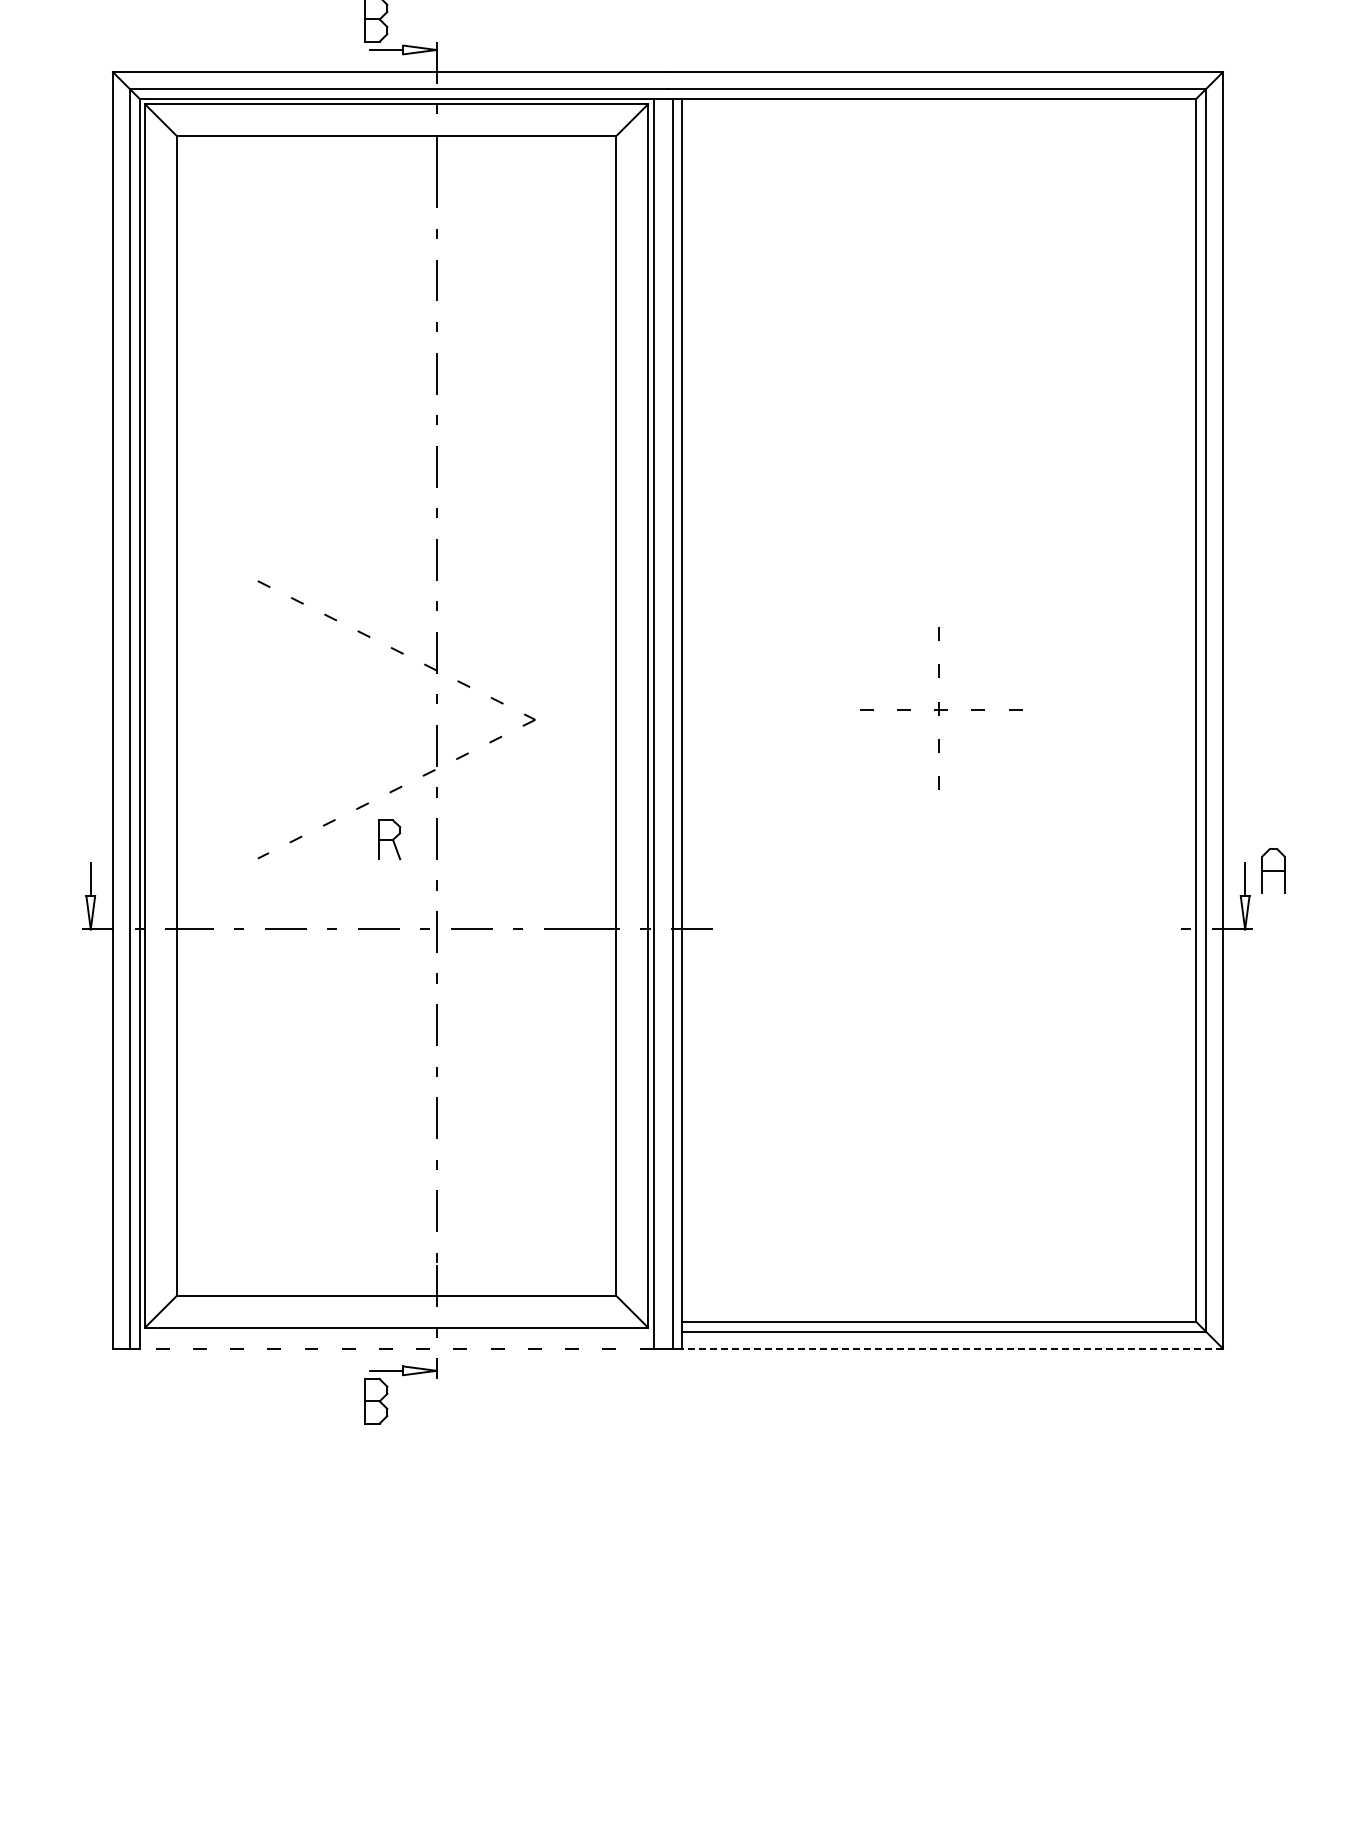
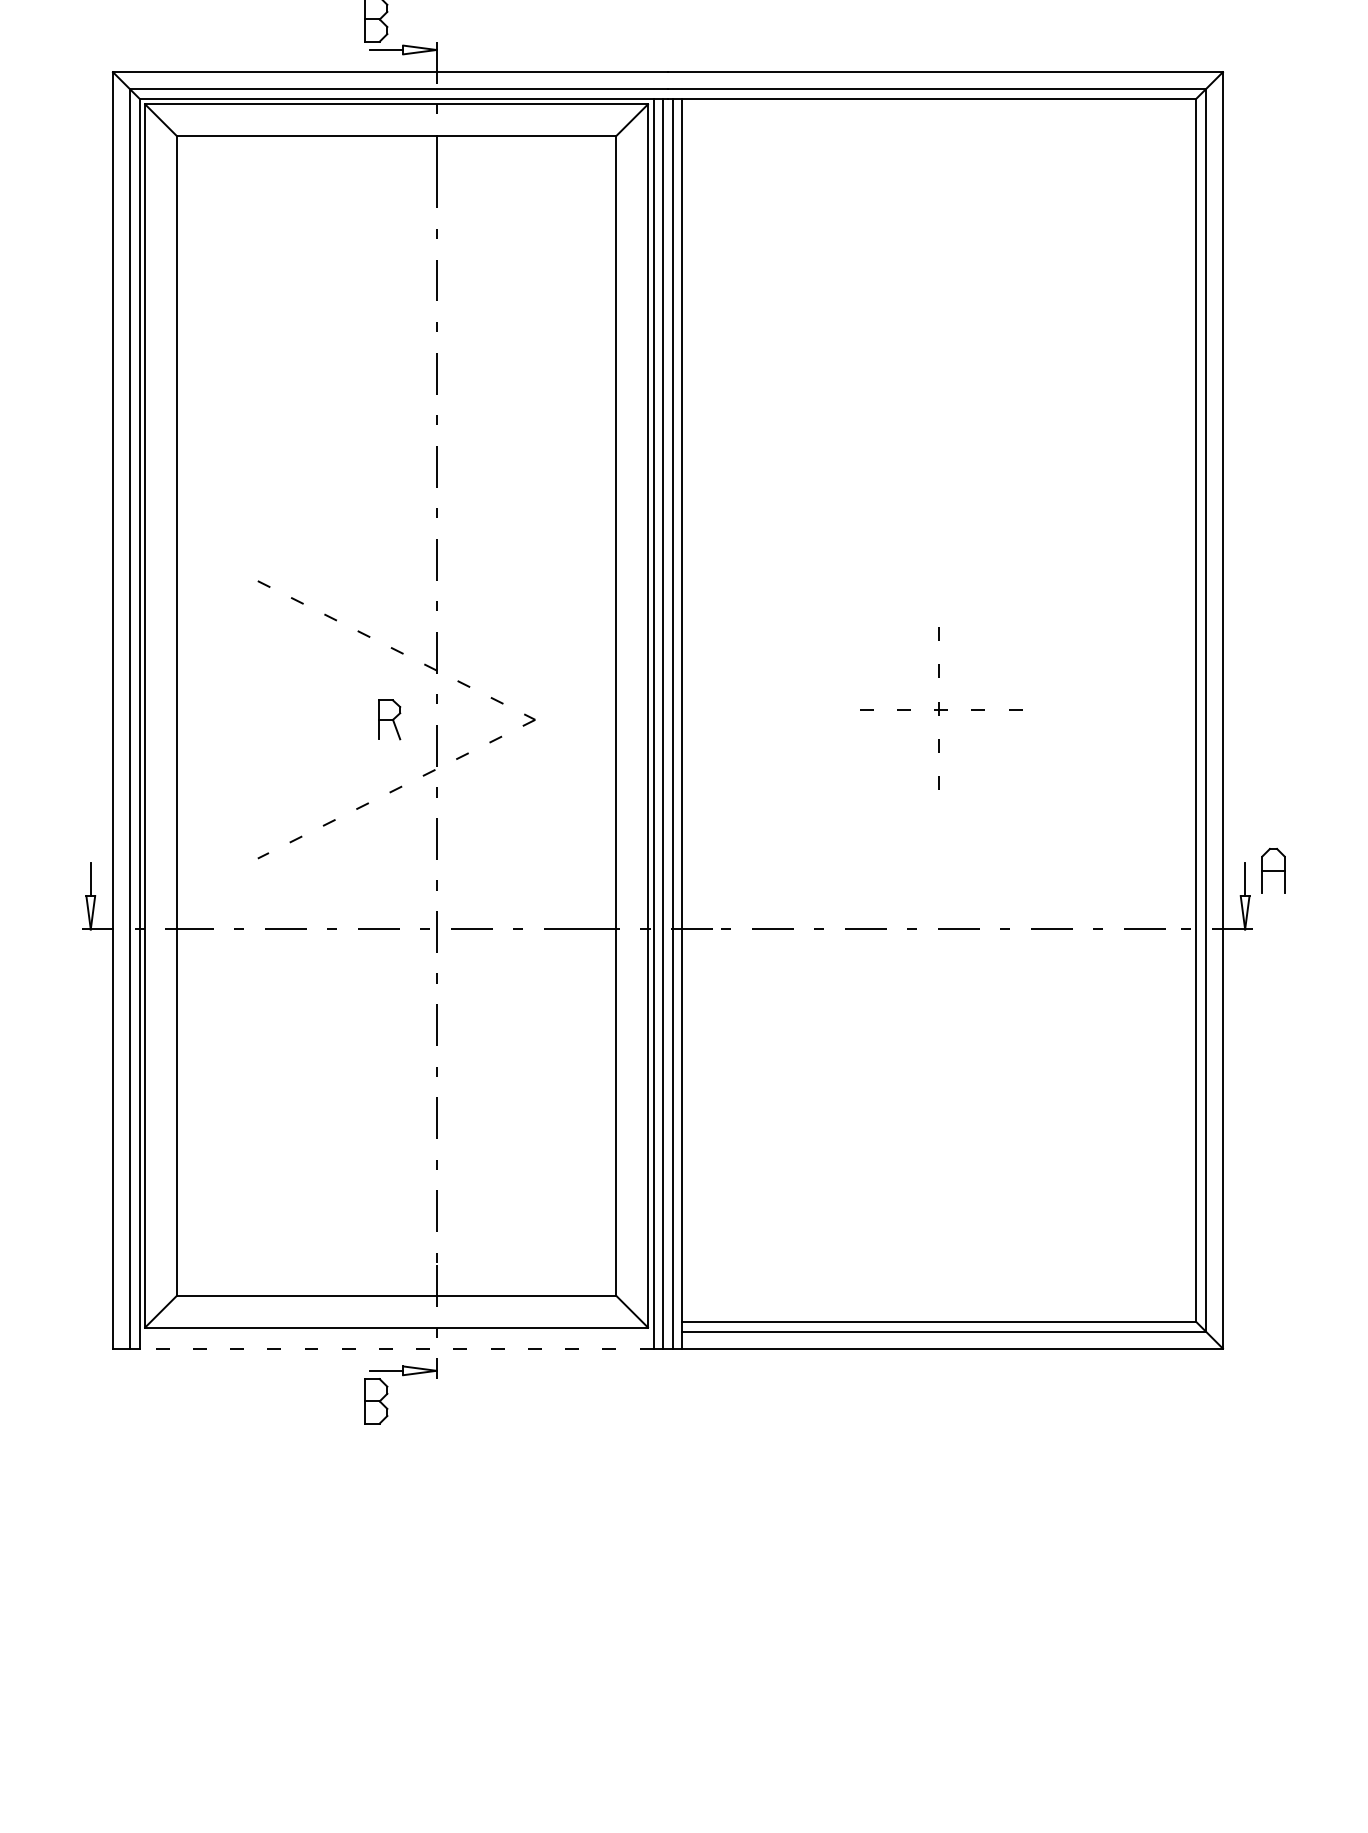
line at (663, 723): none -> present
part at (389, 839) position: (389, 839) -> (389, 719)
line at (943, 928): none -> present
line at (952, 1348): dashed -> solid
